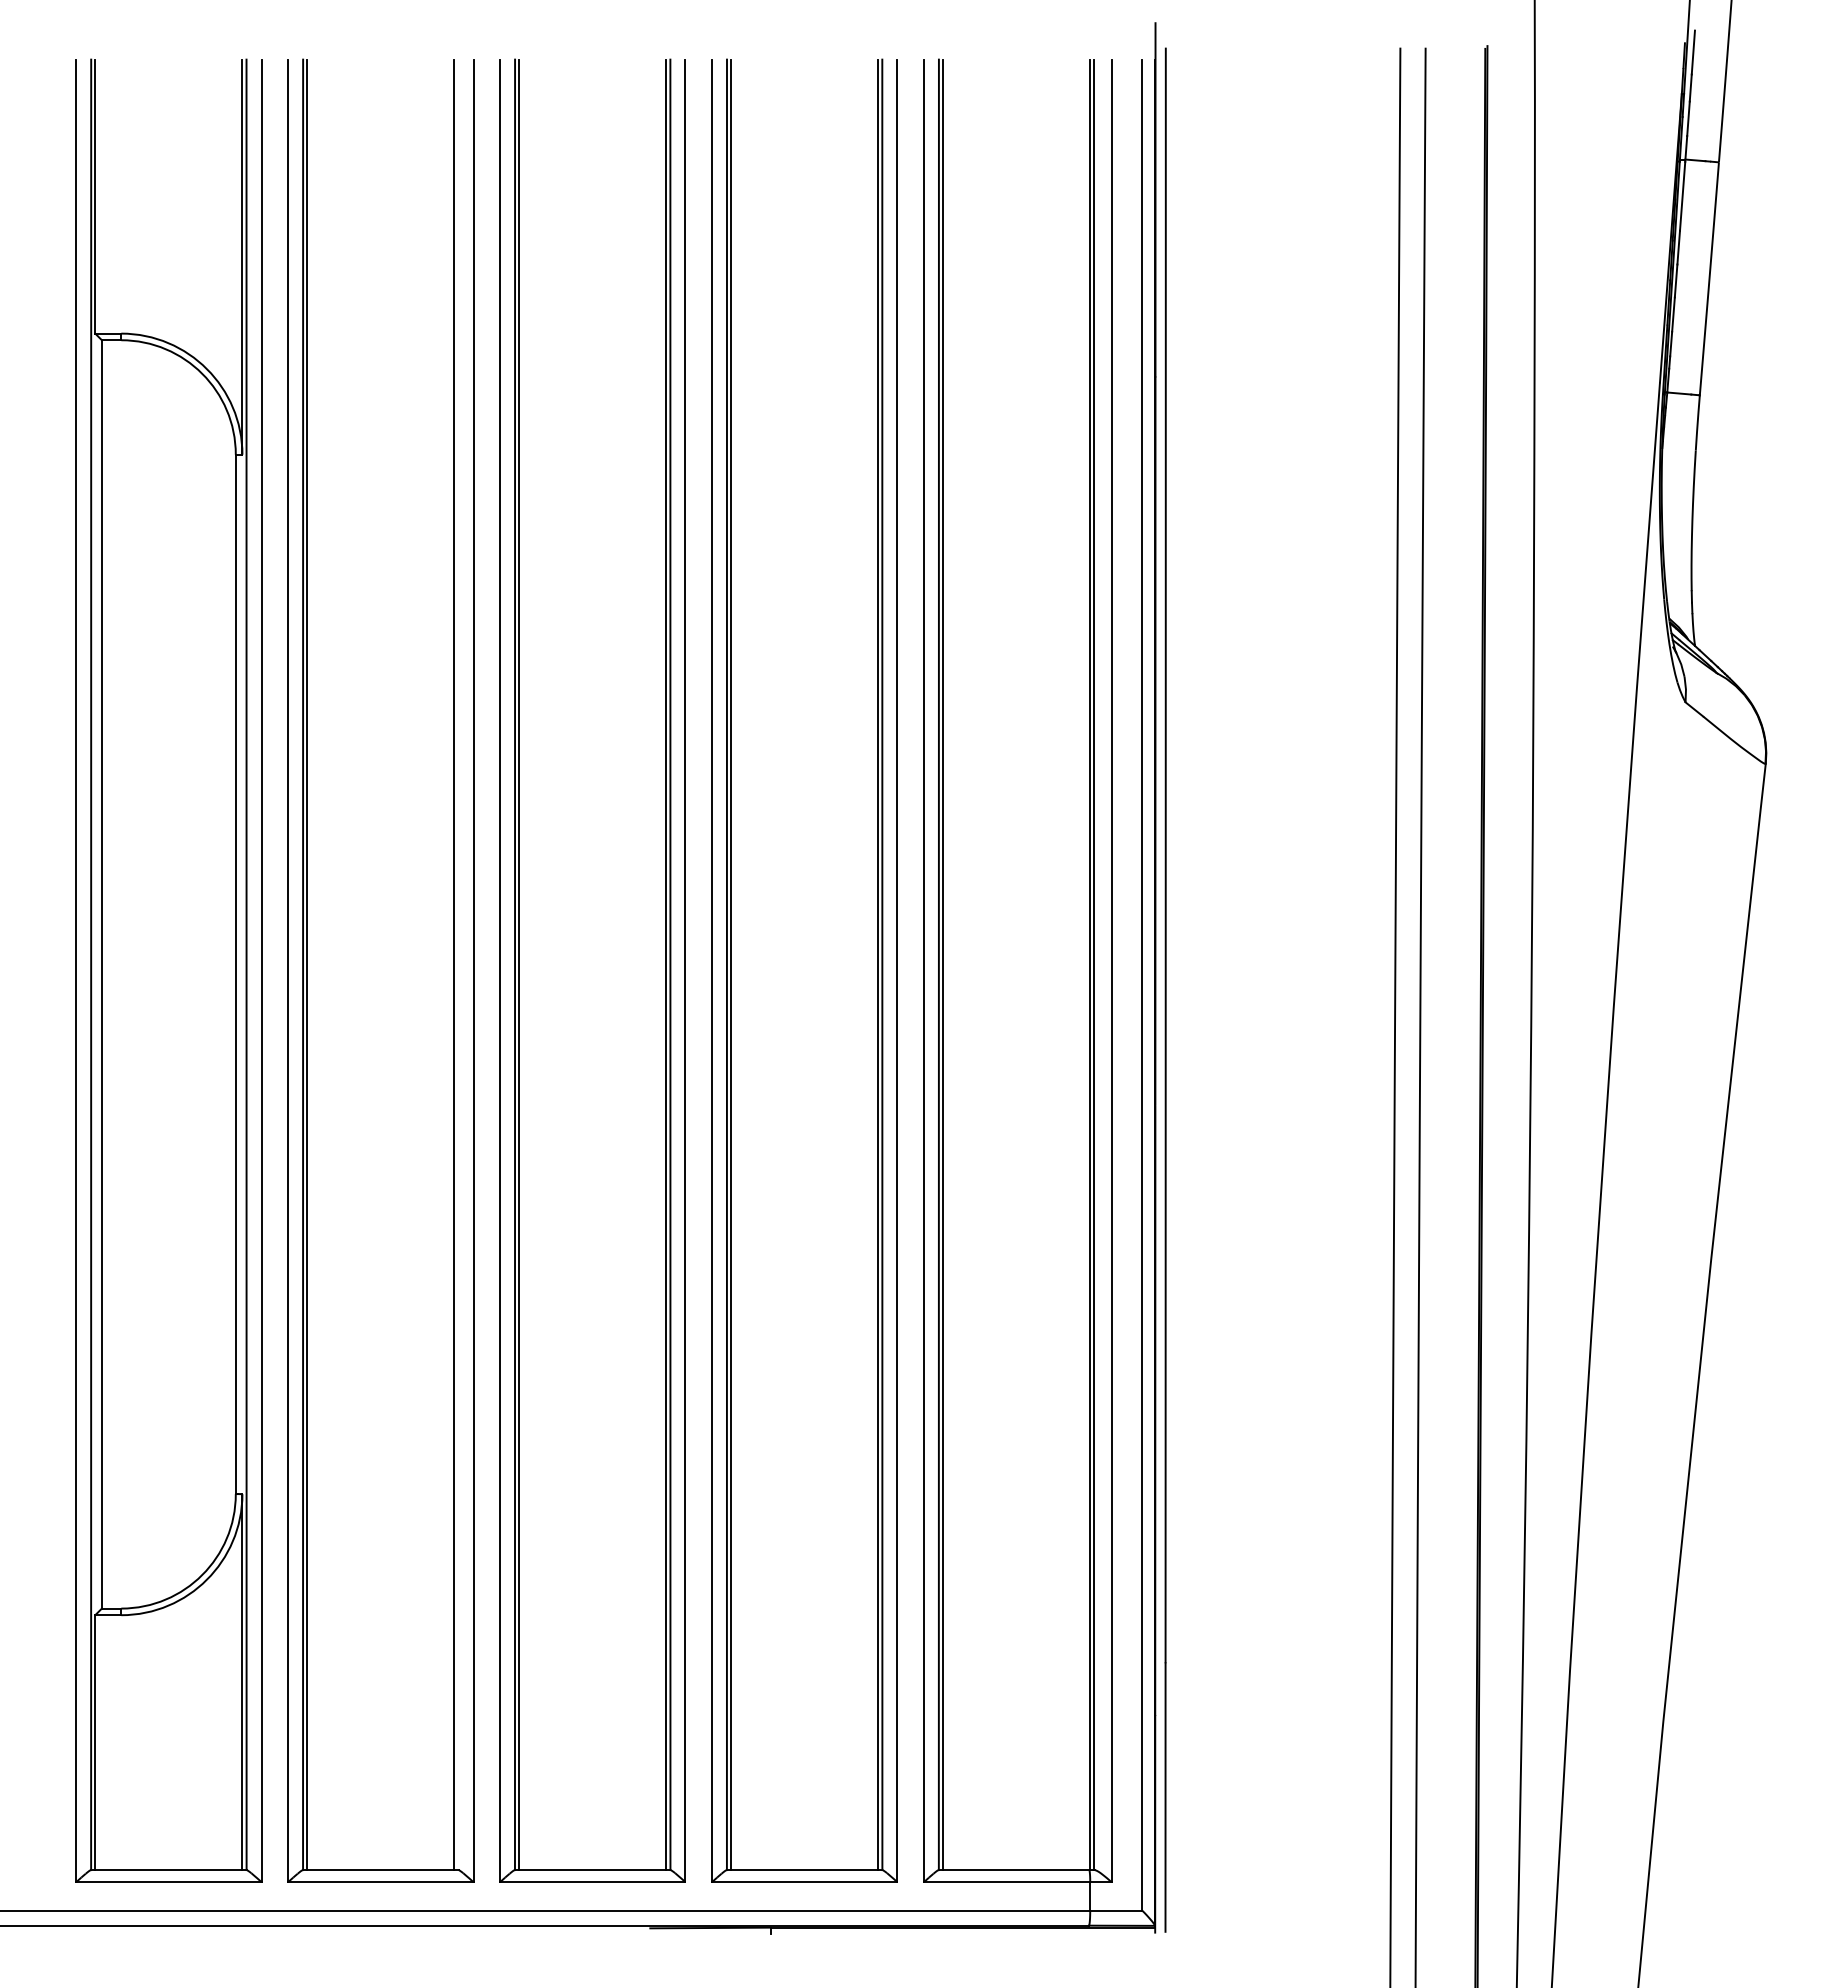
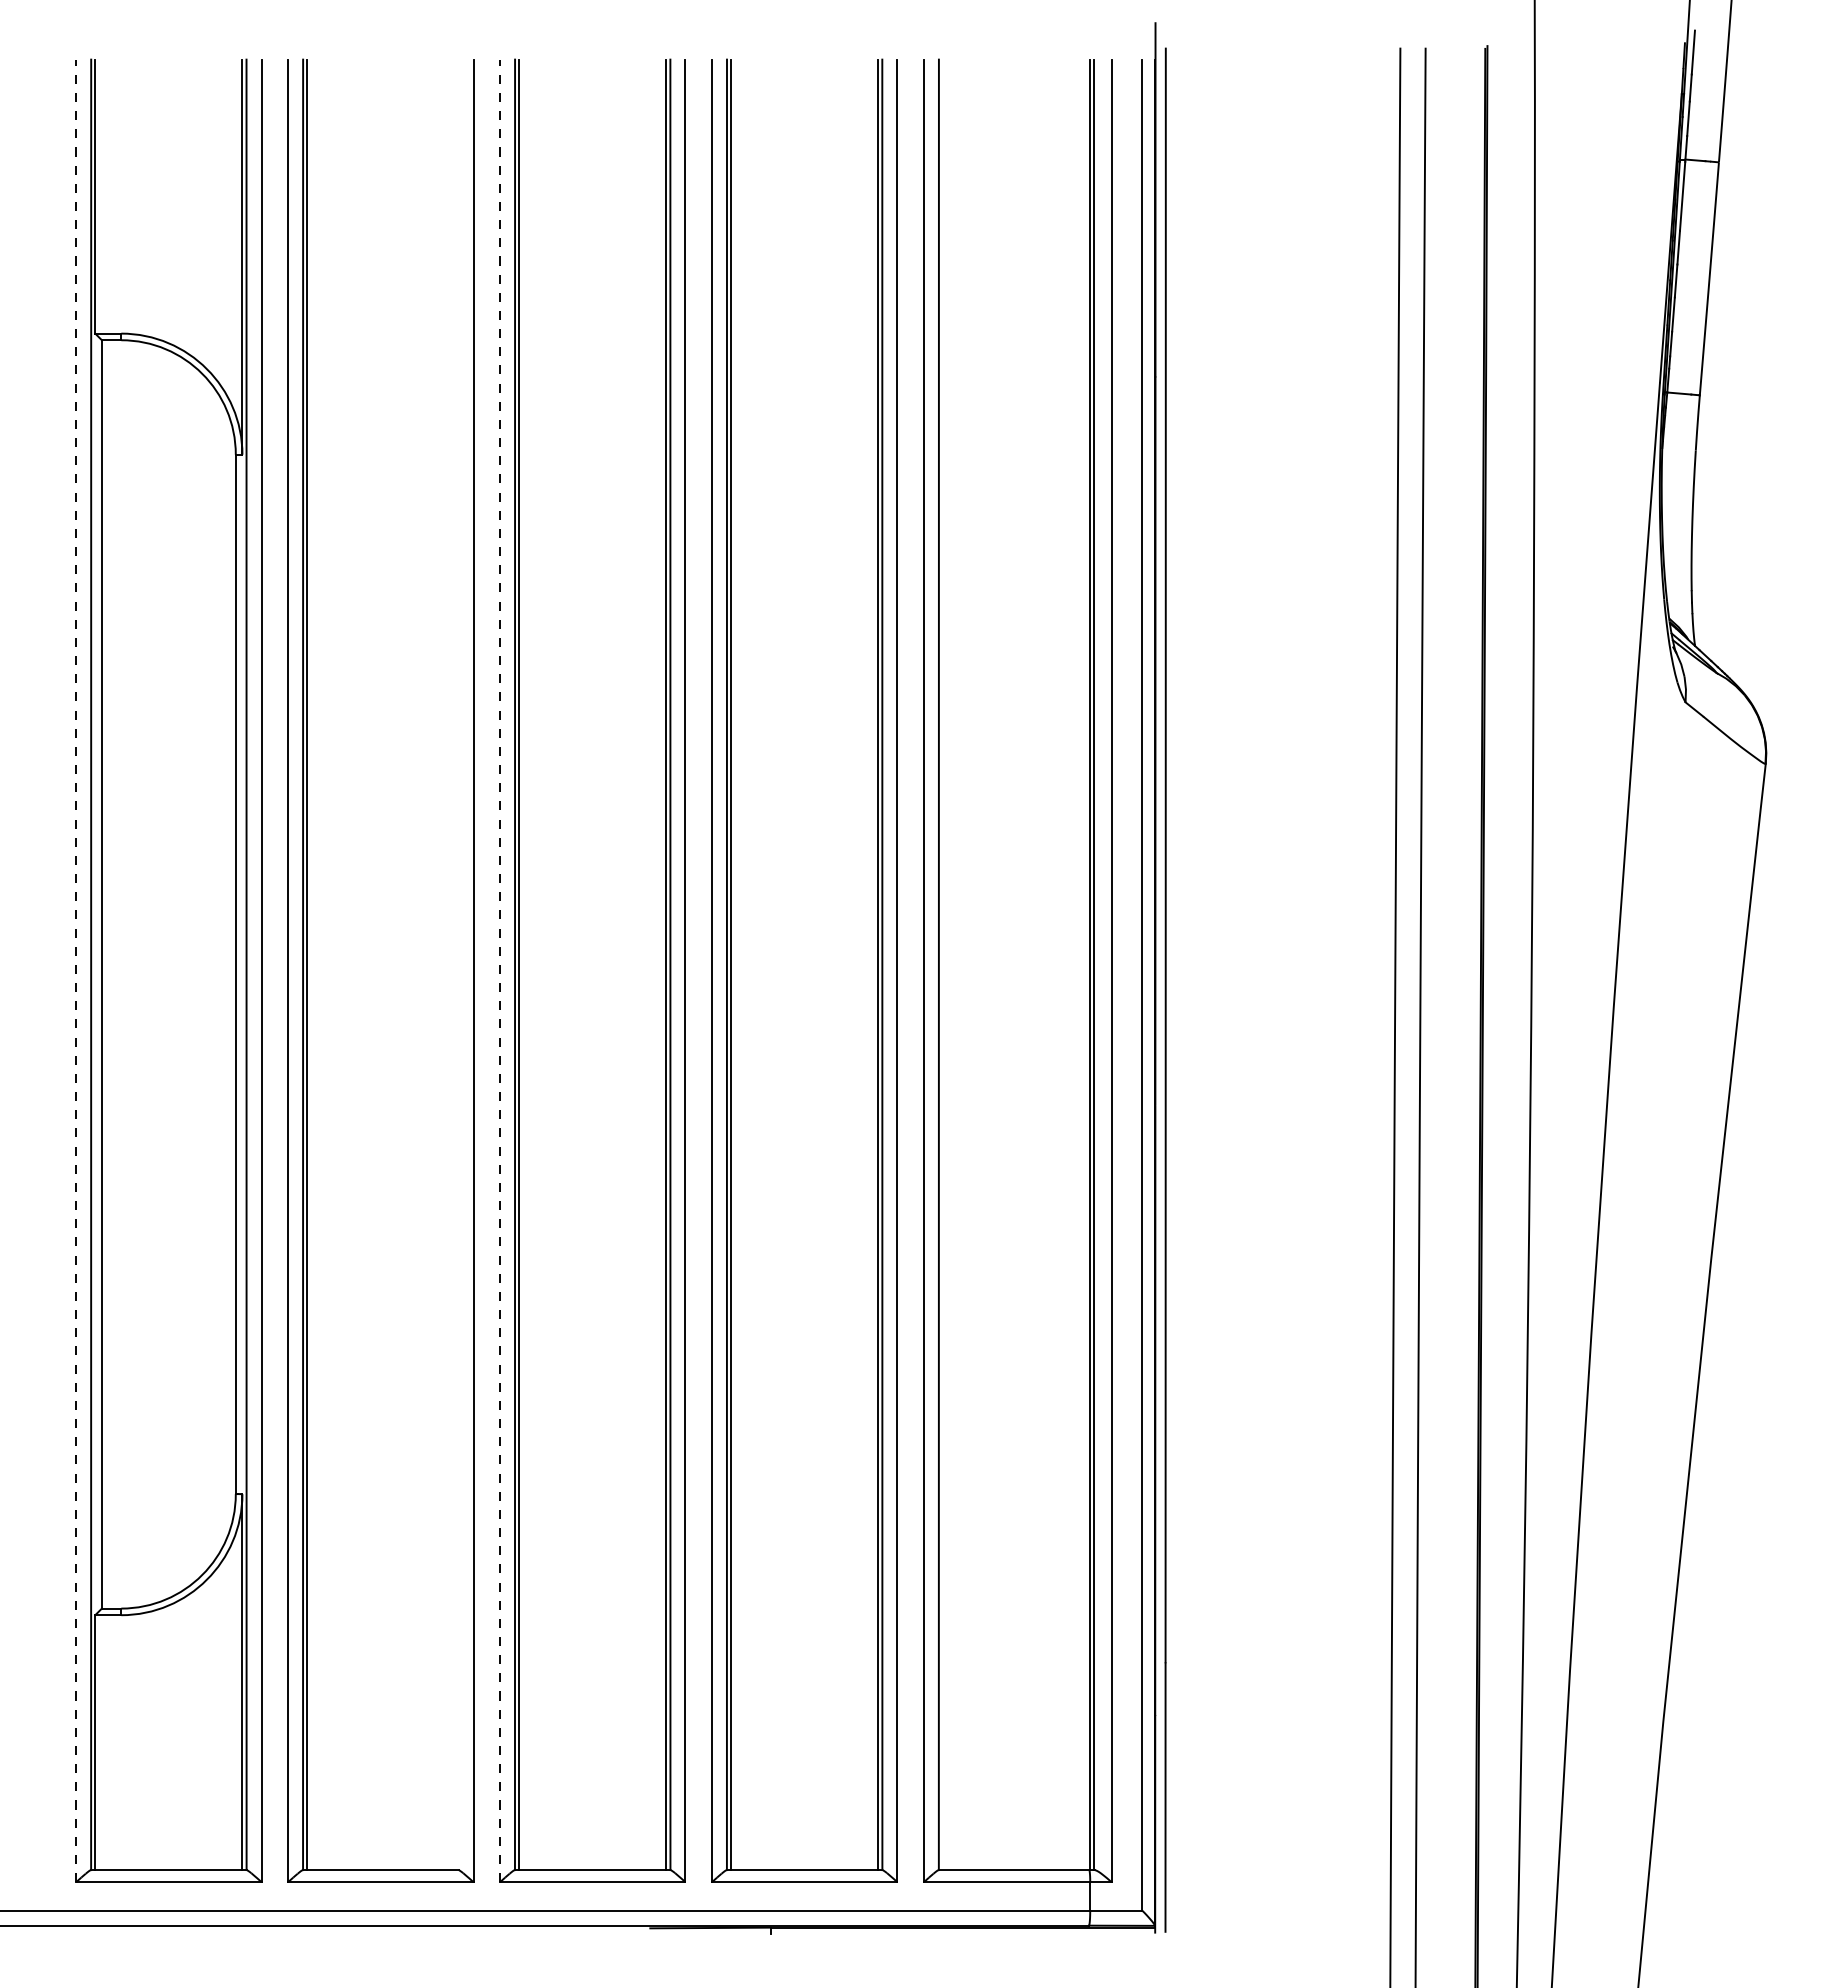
line at (454, 964): present -> none
line at (943, 964): present -> none
line at (76, 970): solid -> dashed
line at (499, 970): solid -> dashed
